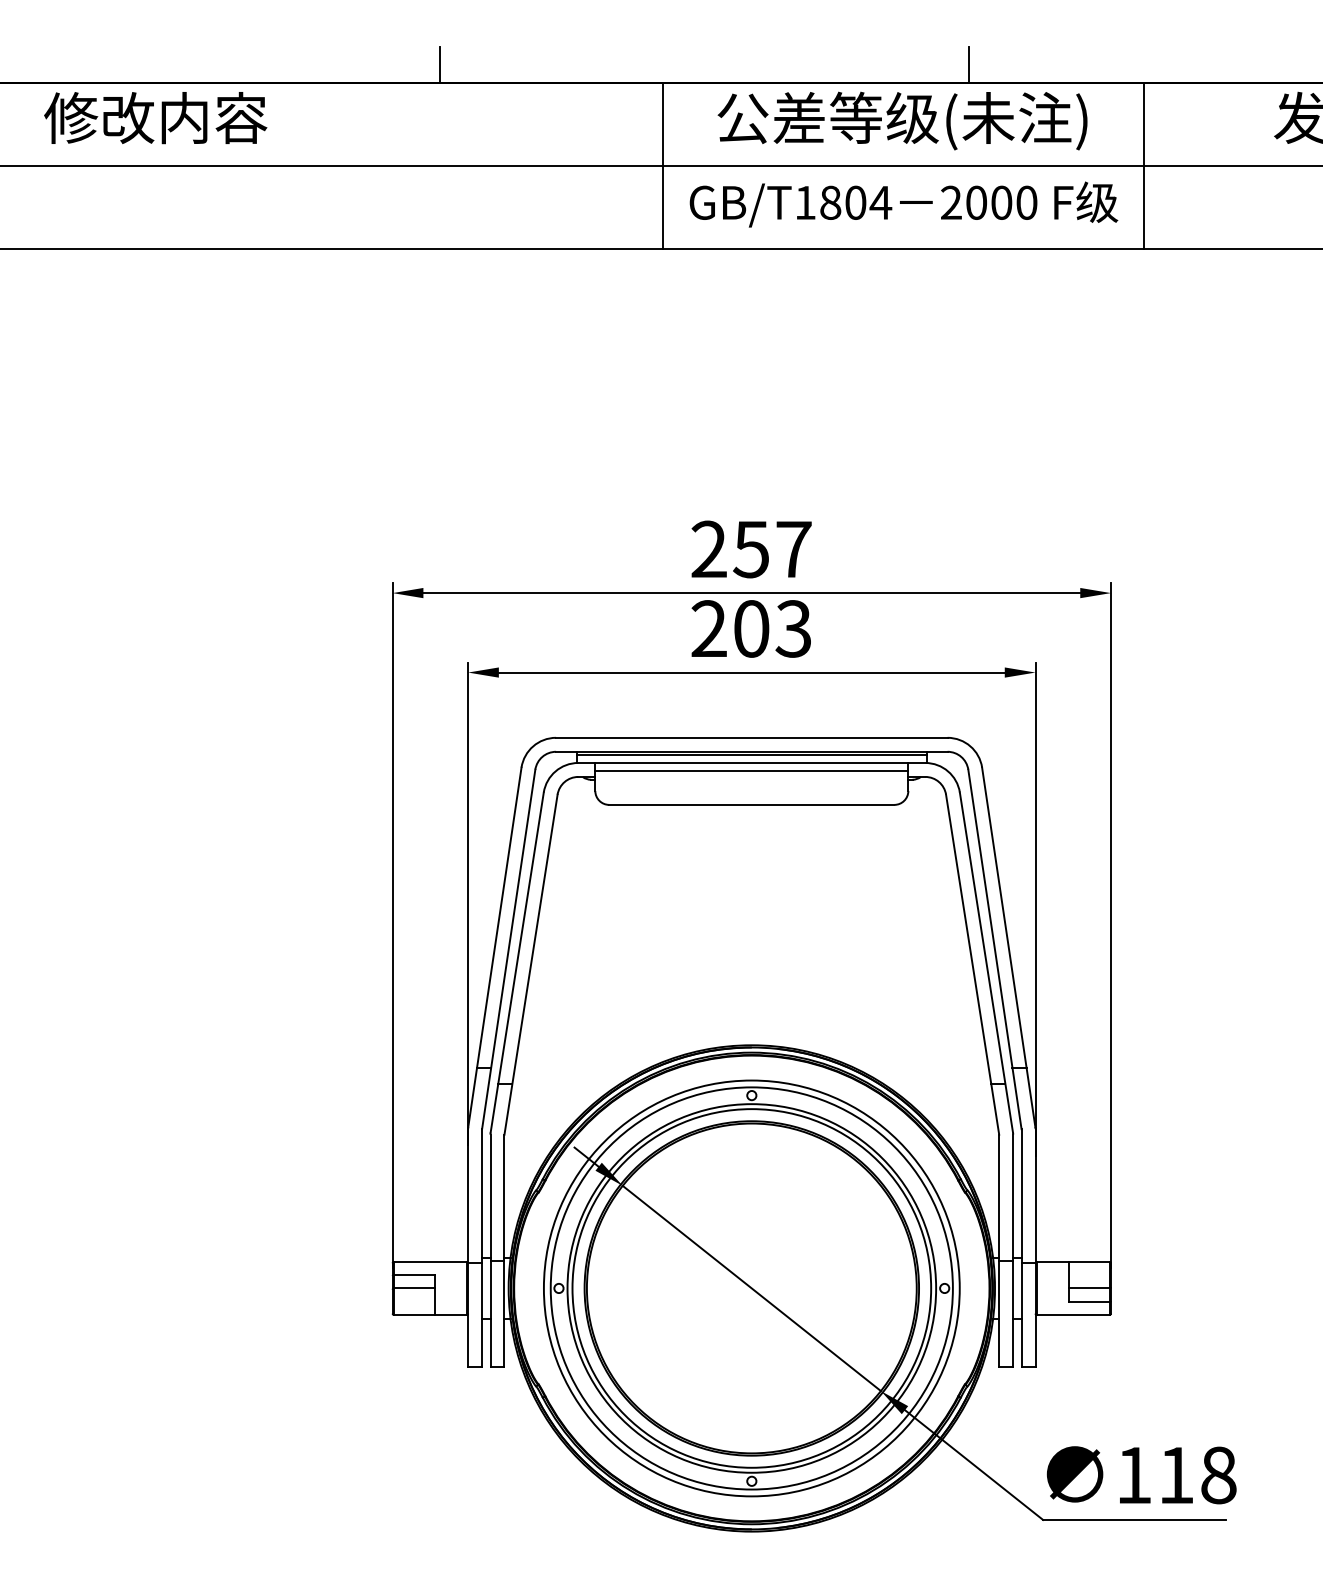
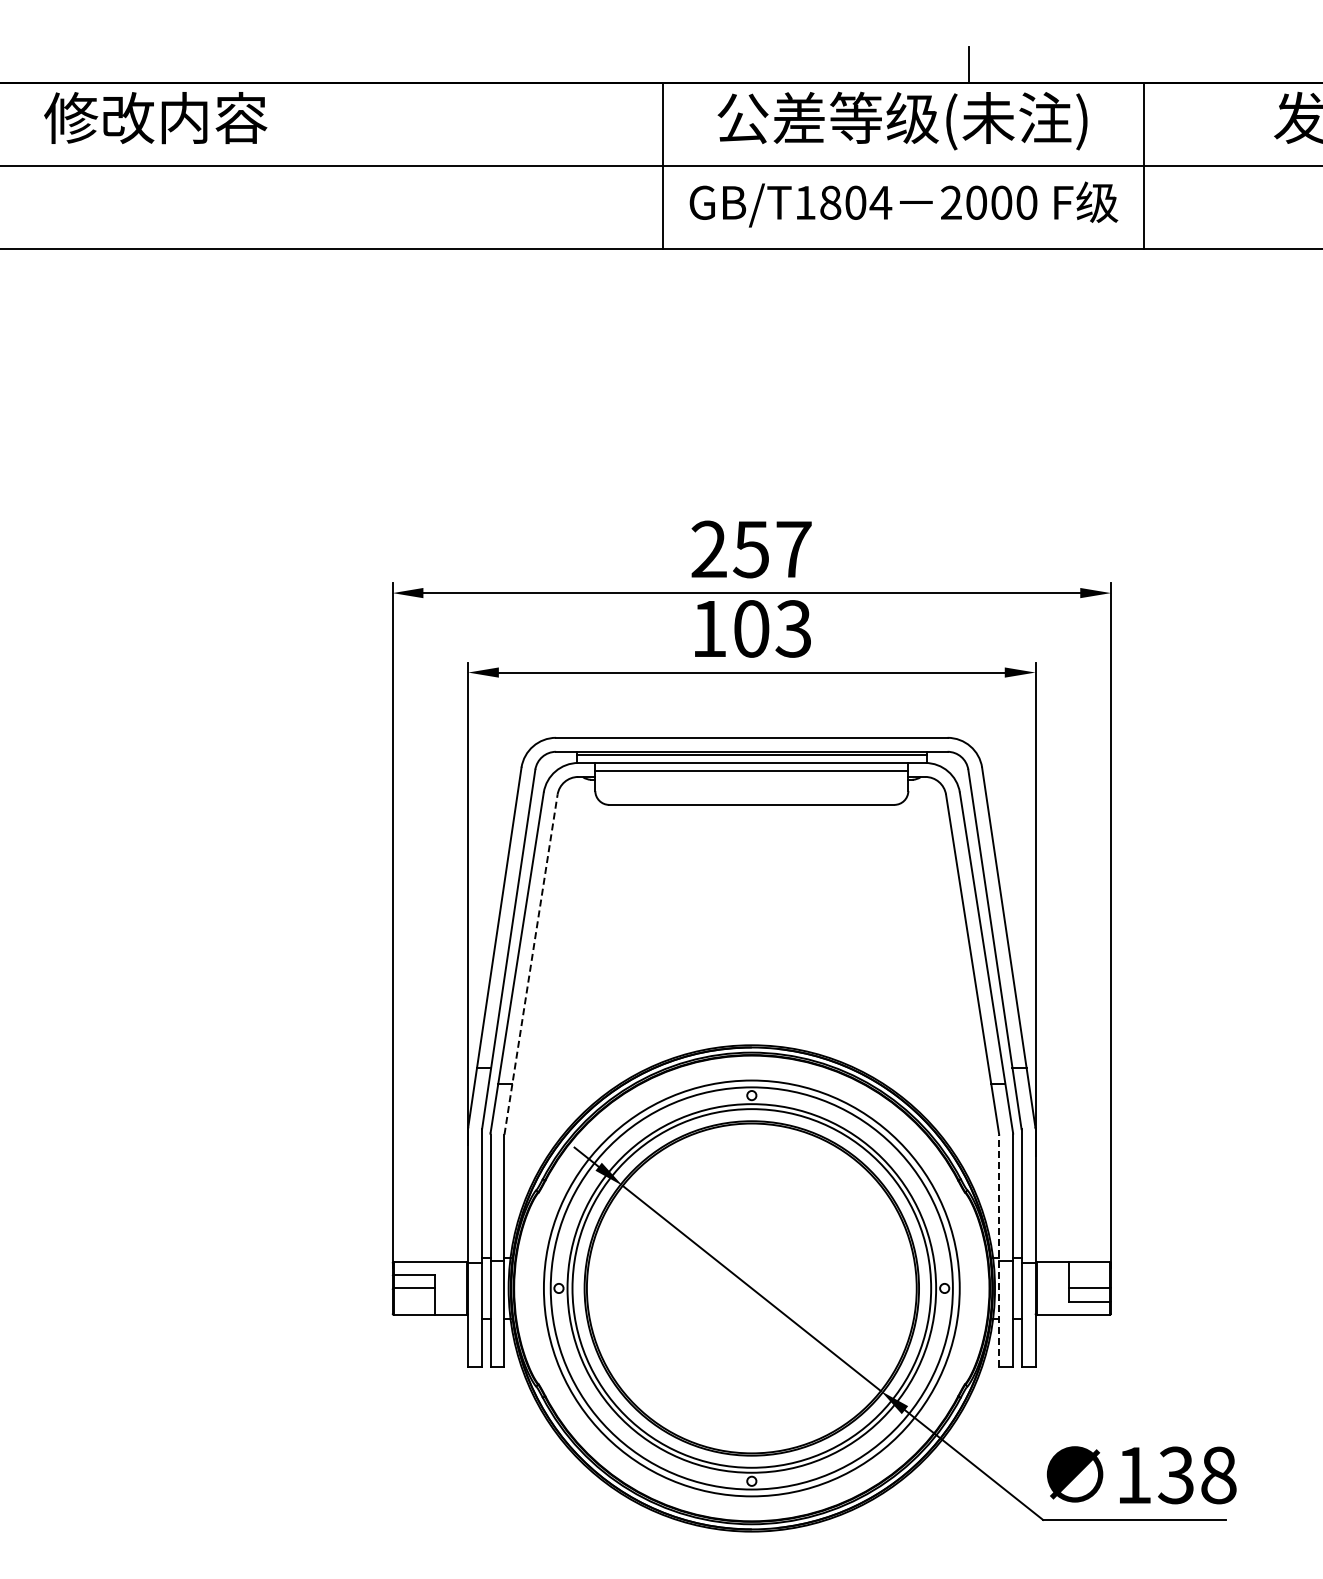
line at (440, 64): present -> none
text at (708, 628): 203 -> 103
line at (531, 964): solid -> dashed
line at (999, 1250): solid -> dashed
text at (1175, 1475): 118 -> 138
